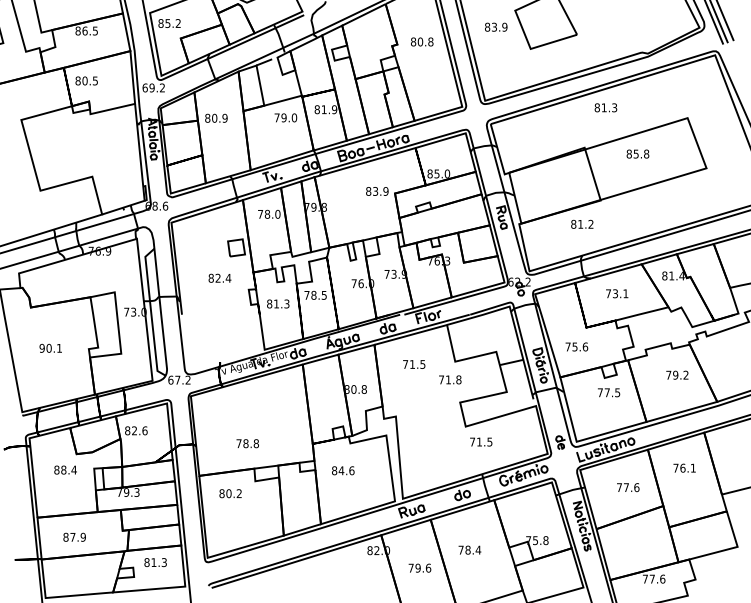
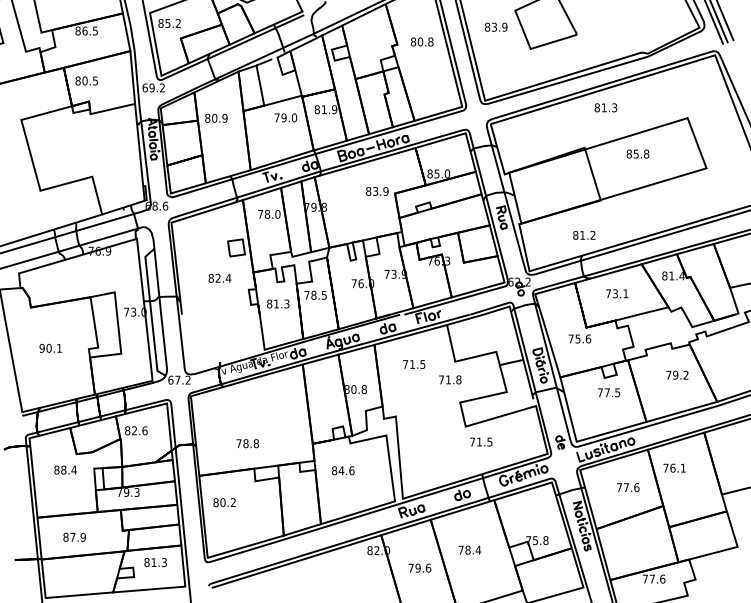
part at (582, 223) position: (582, 223) -> (584, 234)
part at (576, 346) position: (576, 346) -> (579, 338)
part at (684, 467) position: (684, 467) -> (674, 467)
part at (230, 493) position: (230, 493) -> (224, 502)
